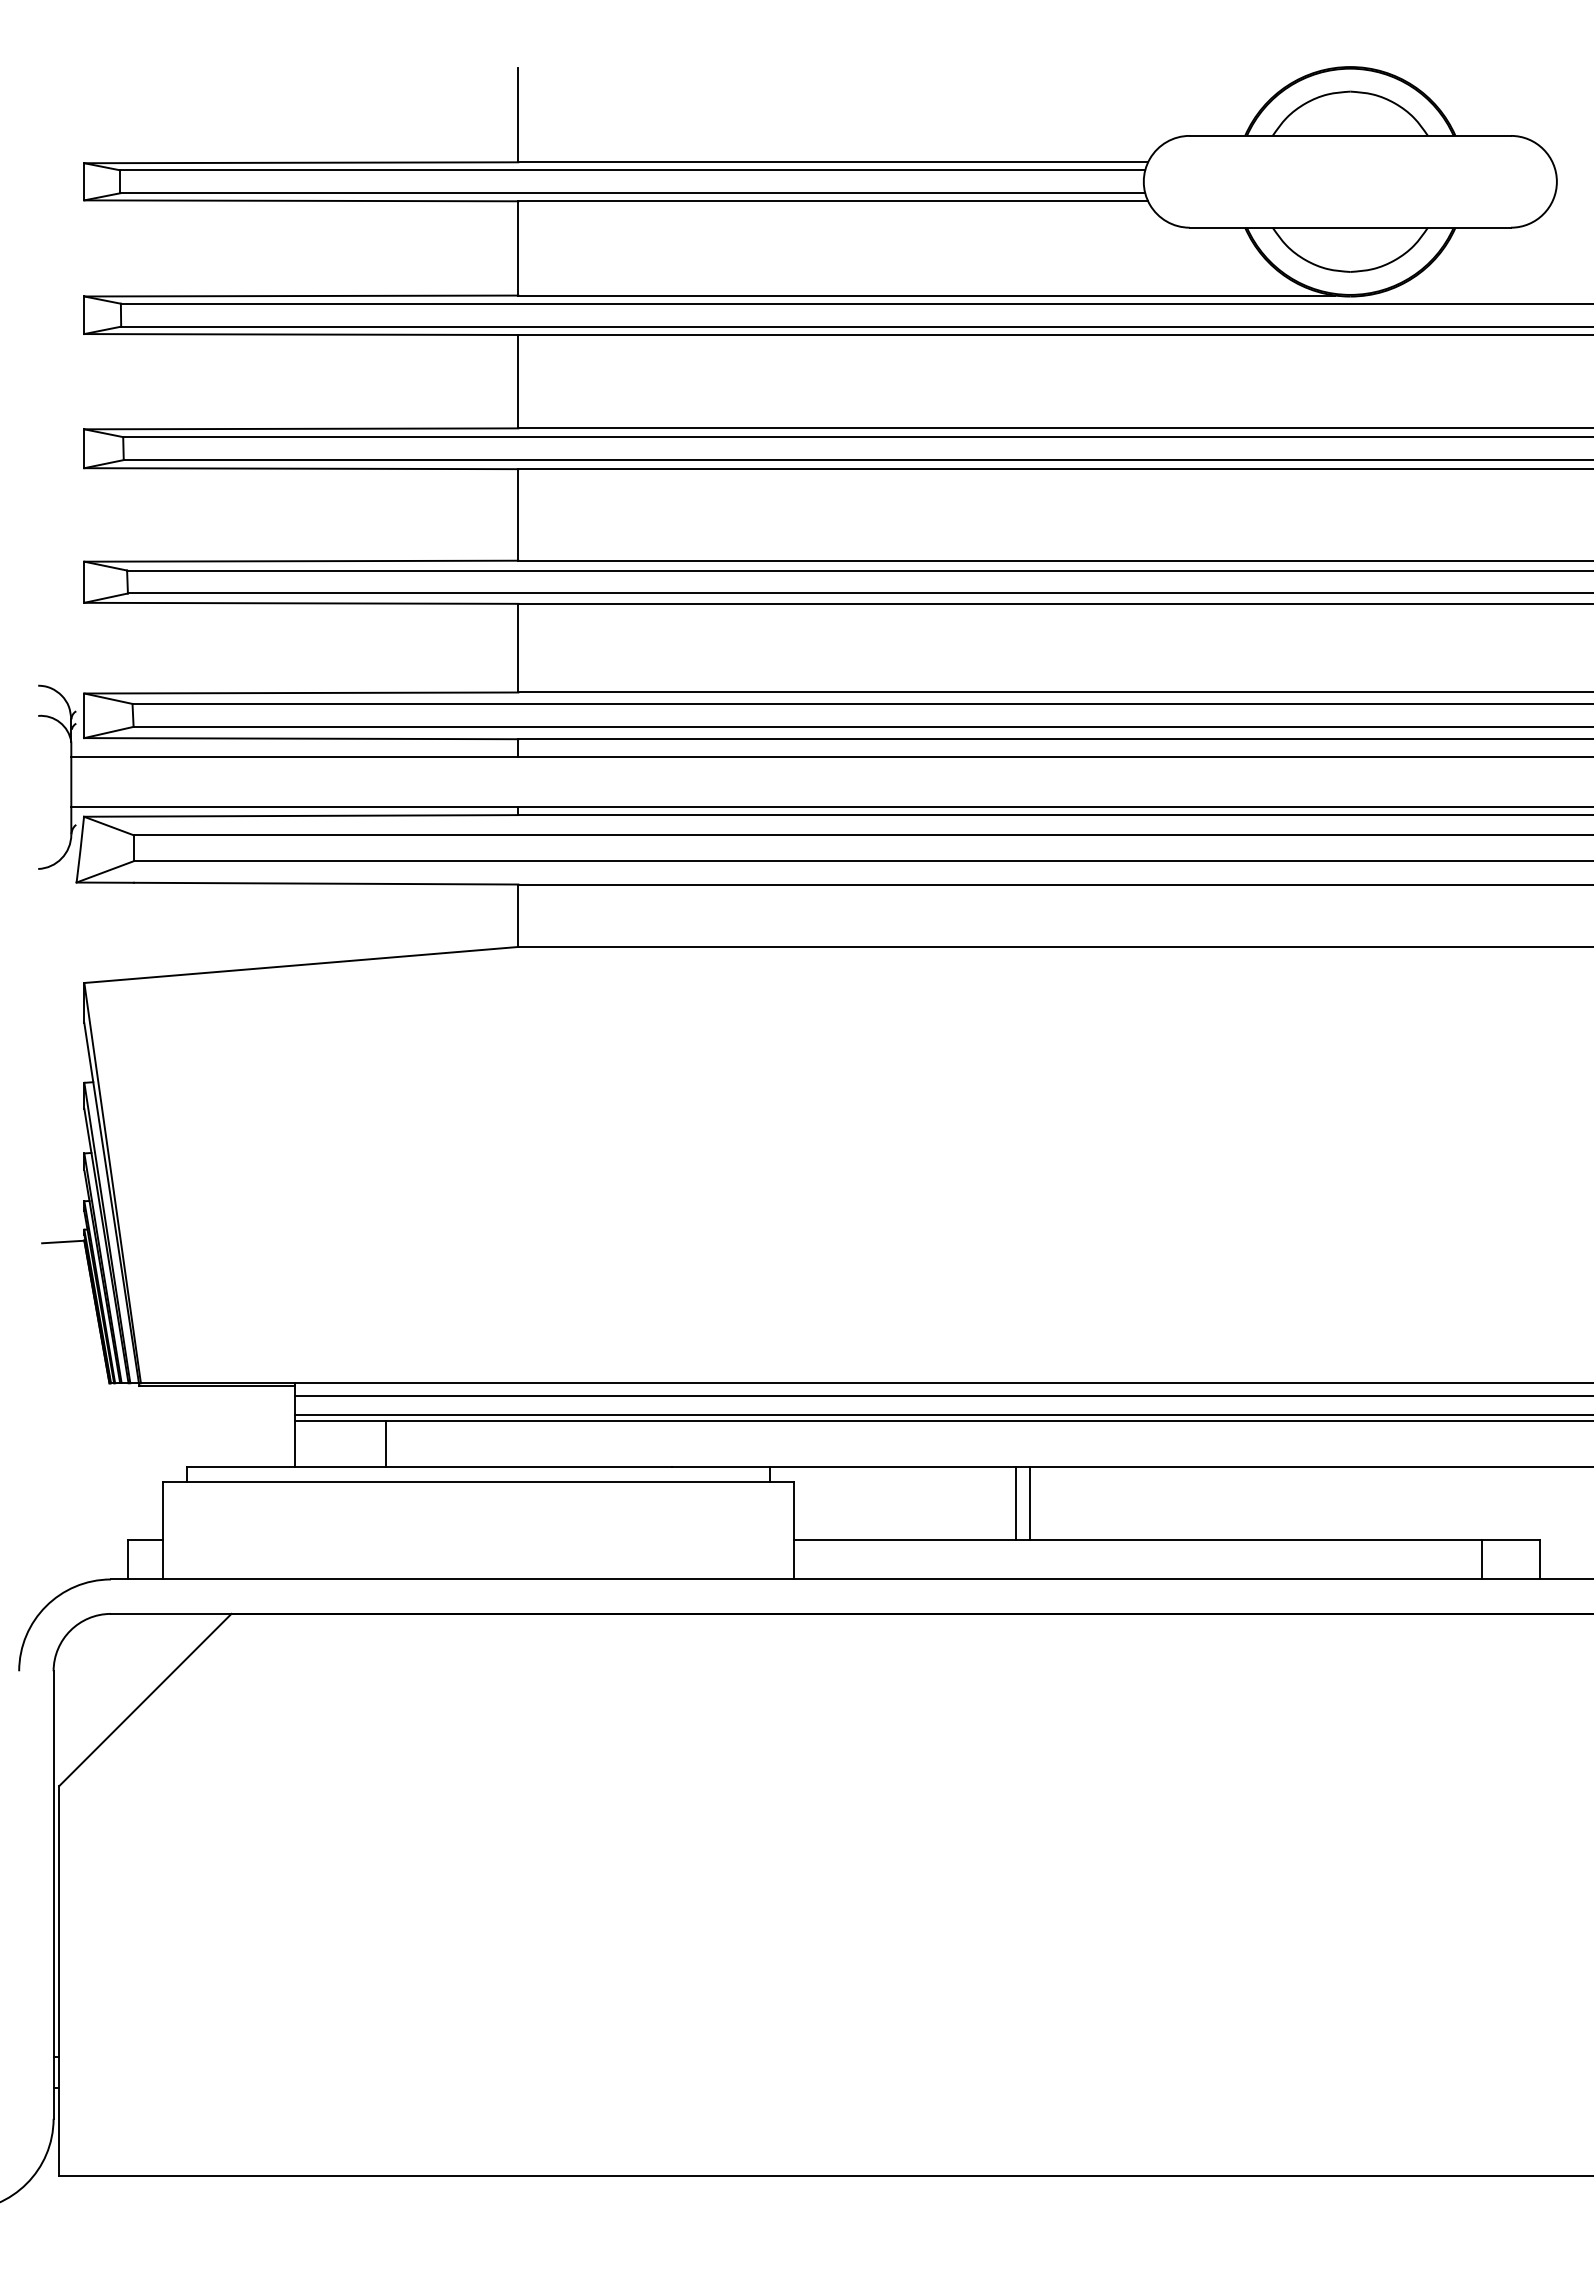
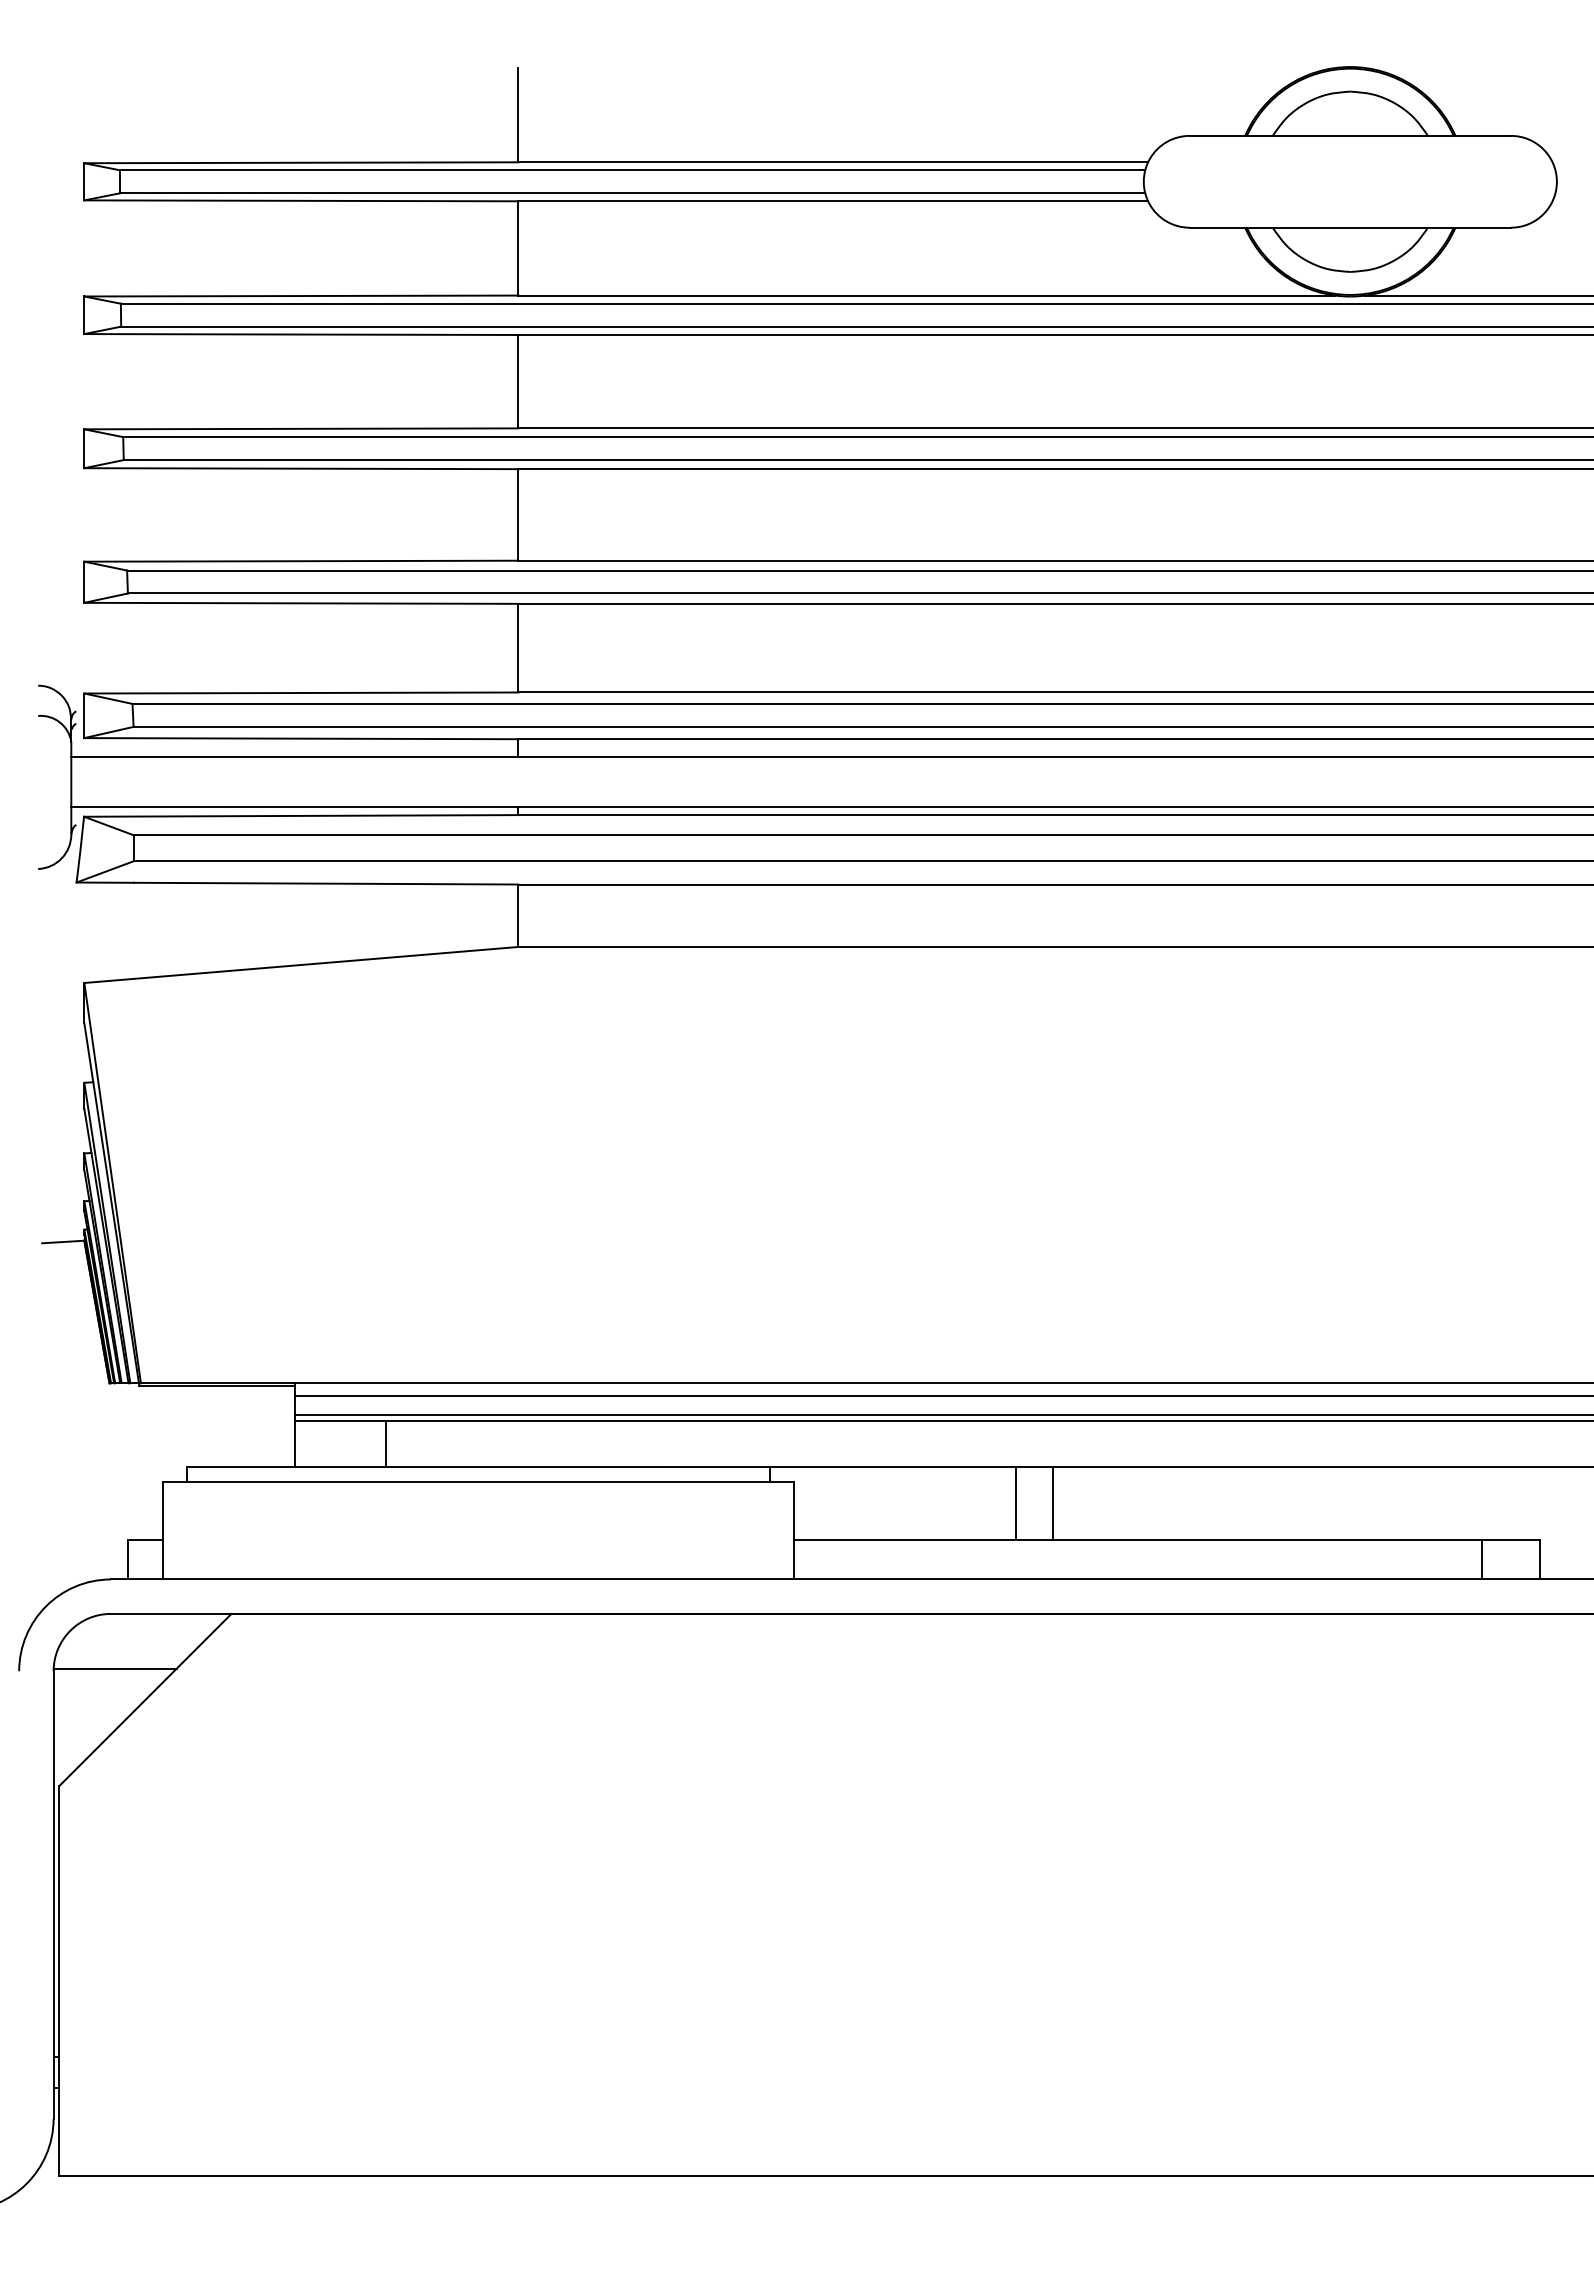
line at (1477, 295): none -> present
line at (1029, 1503) position: (1029, 1503) -> (1052, 1503)
line at (114, 1668): none -> present
